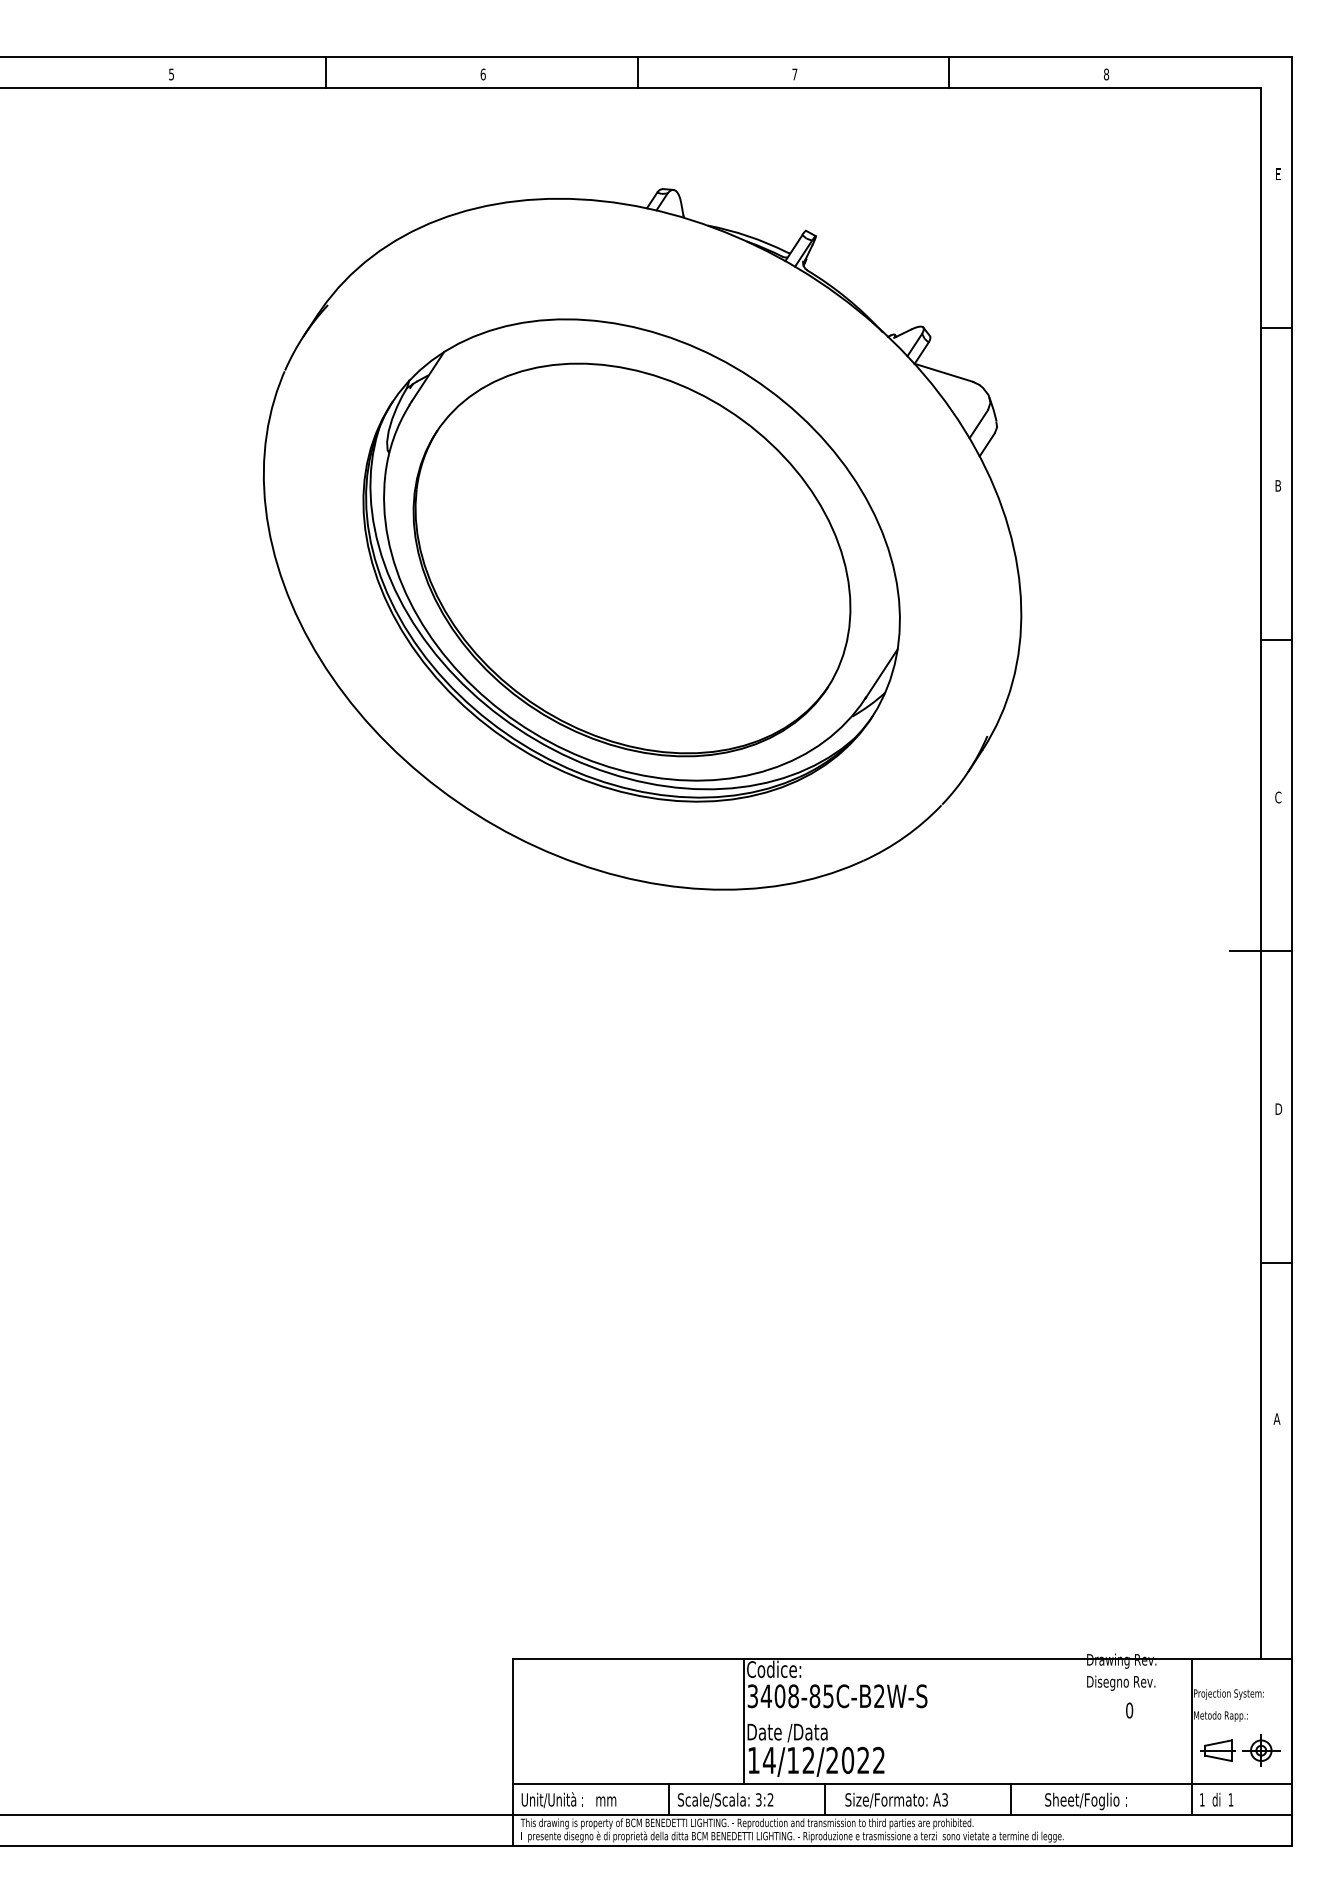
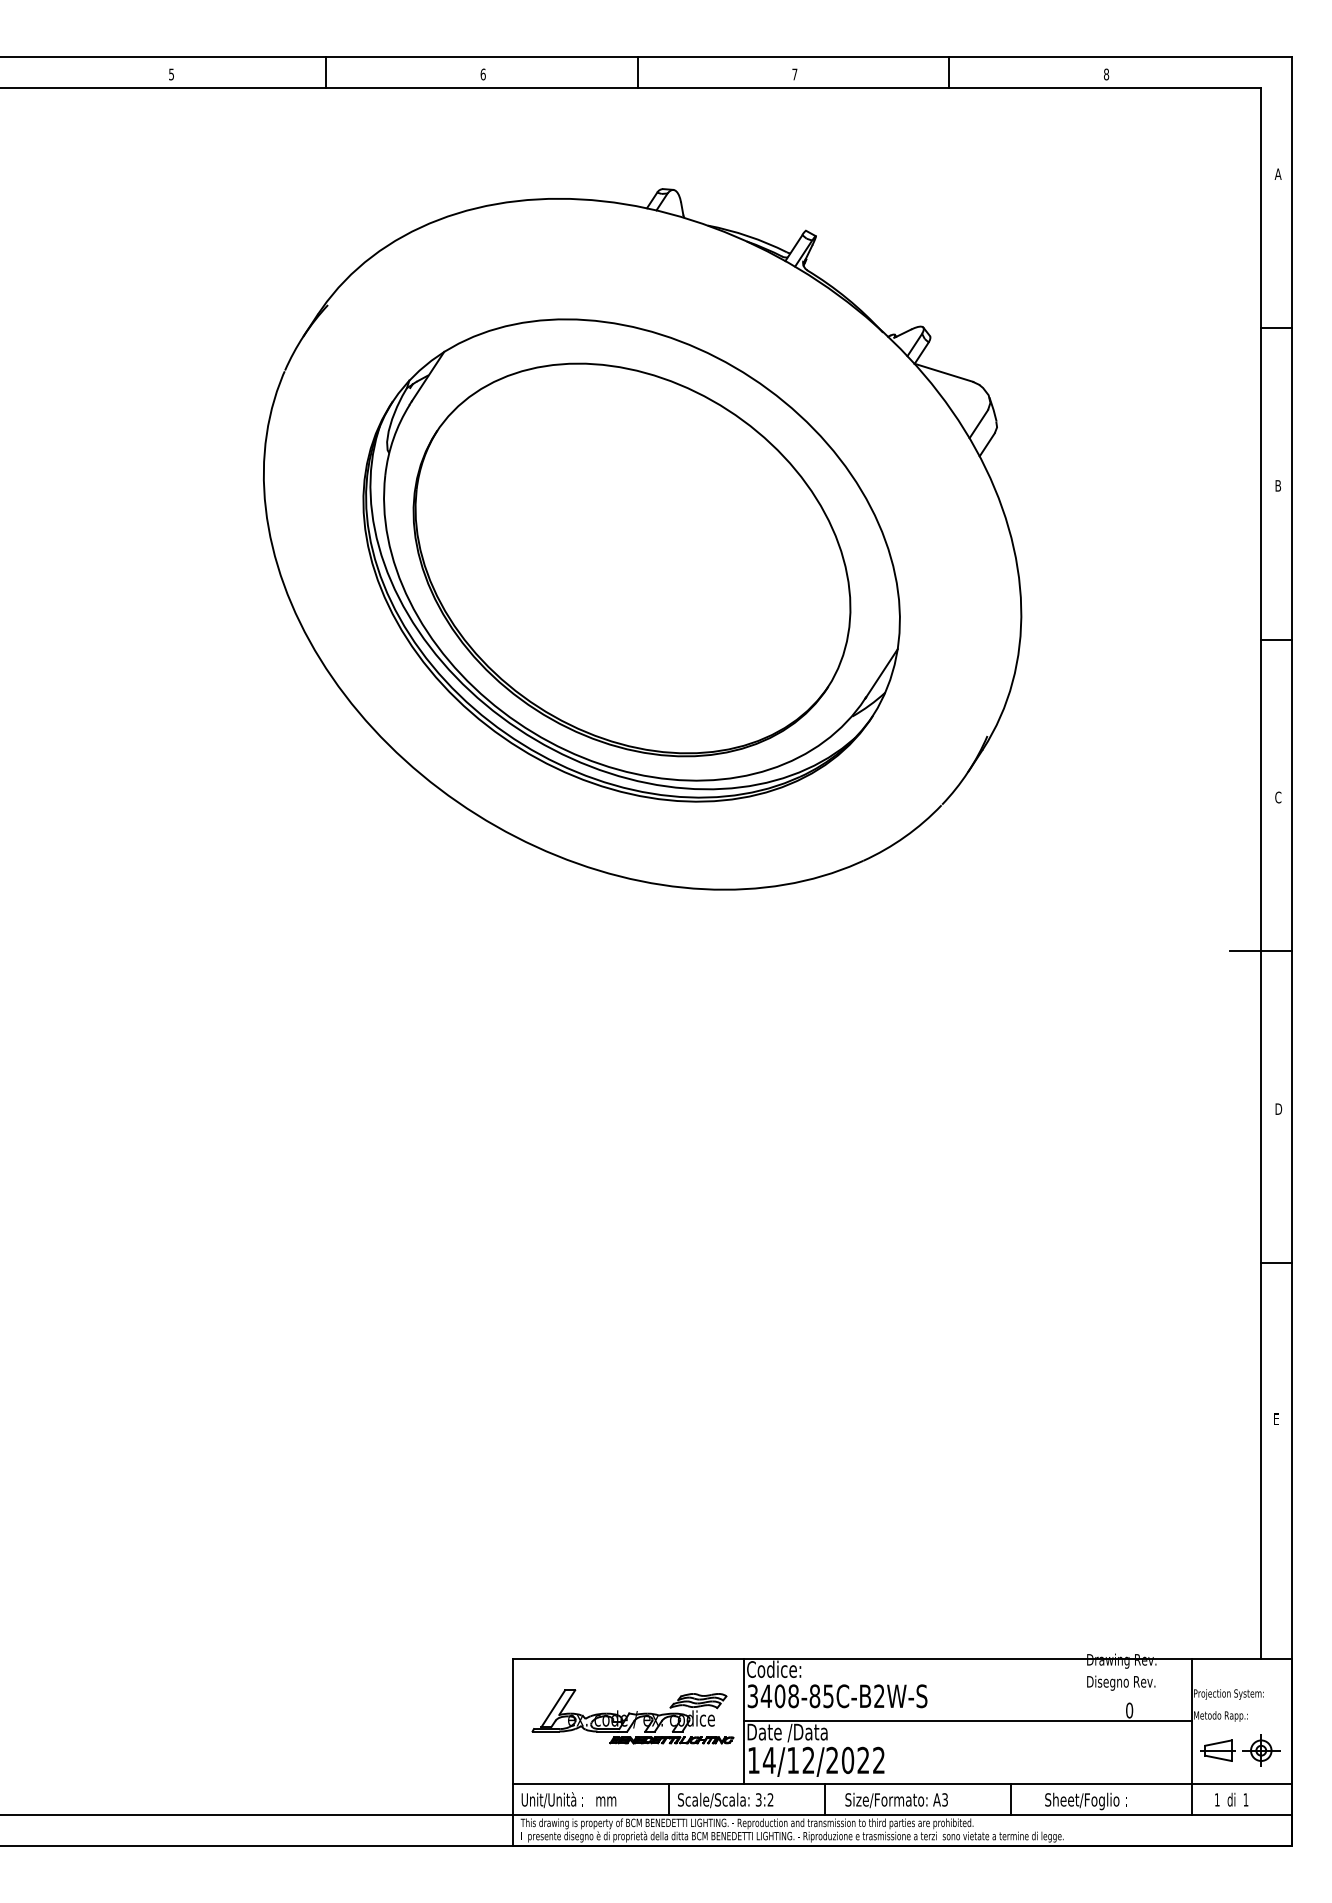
text at (1277, 173): E -> A
text at (1276, 1418): A -> E
part at (632, 1716): none -> present
line at (967, 1721): none -> present
text at (1216, 1799) position: (1216, 1799) -> (1231, 1799)
